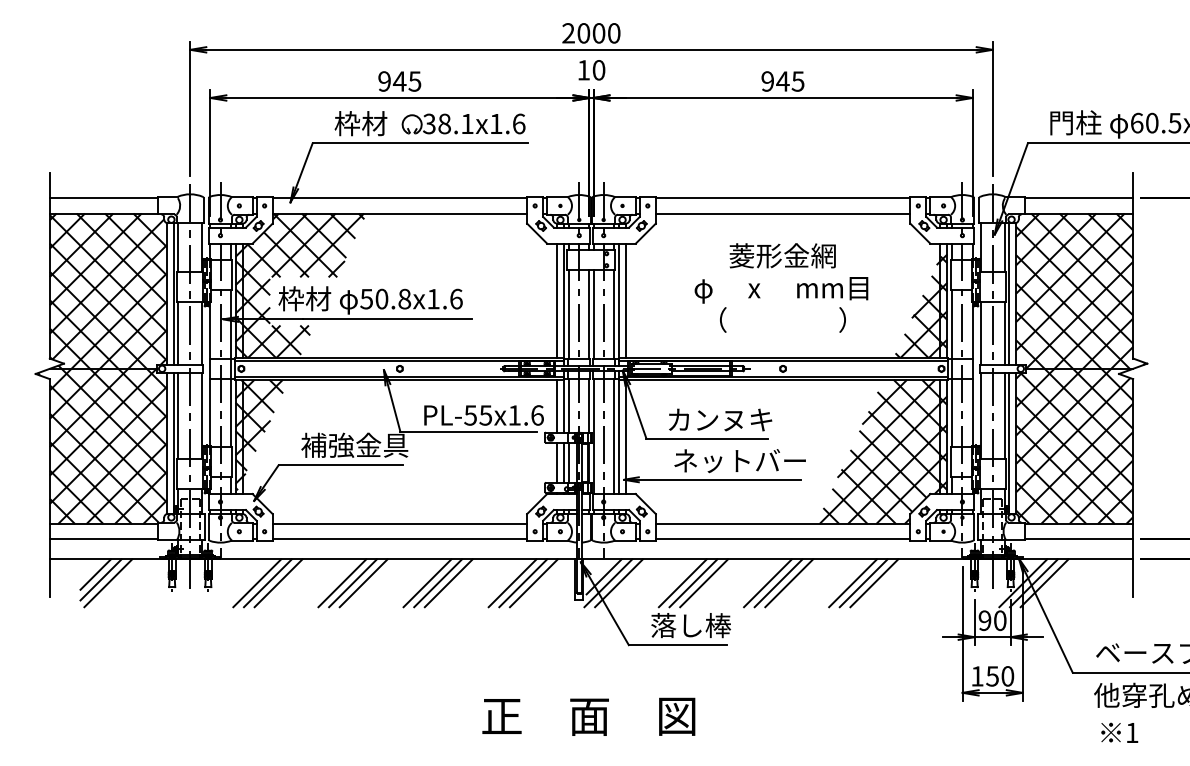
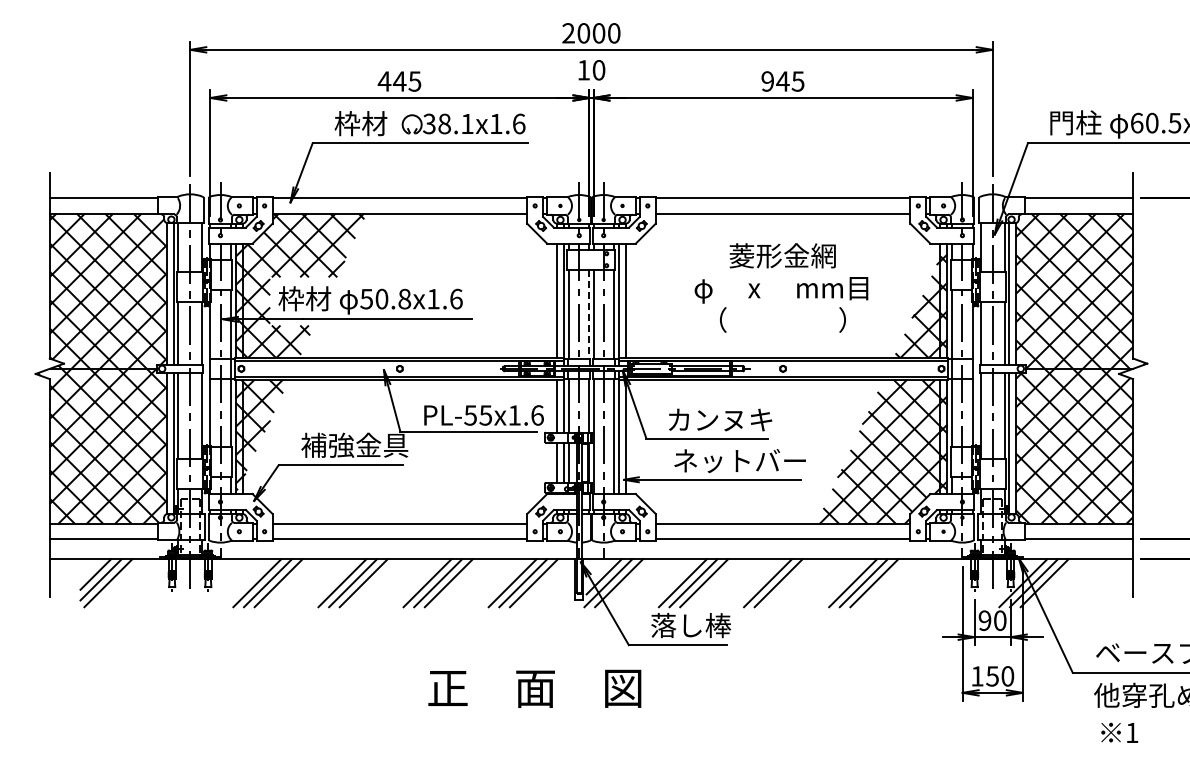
text at (384, 81): 945 -> 445
line at (589, 314): solid -> dashed
line at (789, 583): present -> none
text at (588, 716) position: (588, 716) -> (534, 688)
